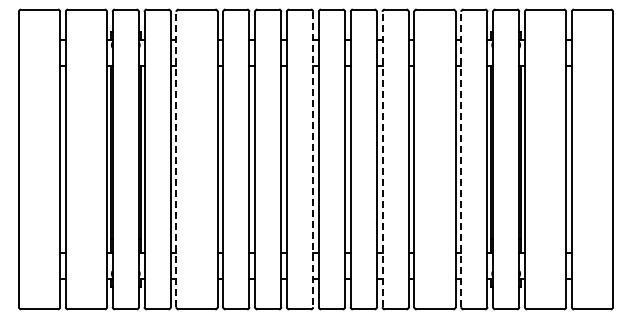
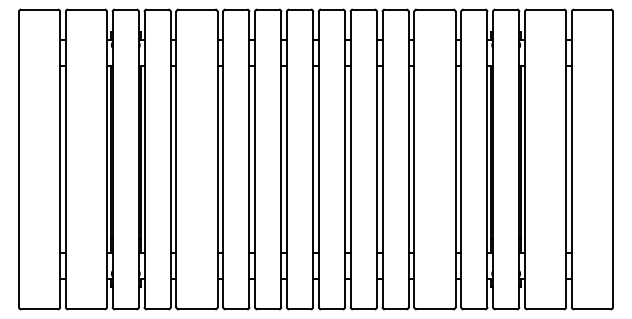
line at (176, 159): dashed -> solid
line at (313, 159): dashed -> solid
line at (382, 159): dashed -> solid
line at (461, 159): dashed -> solid
